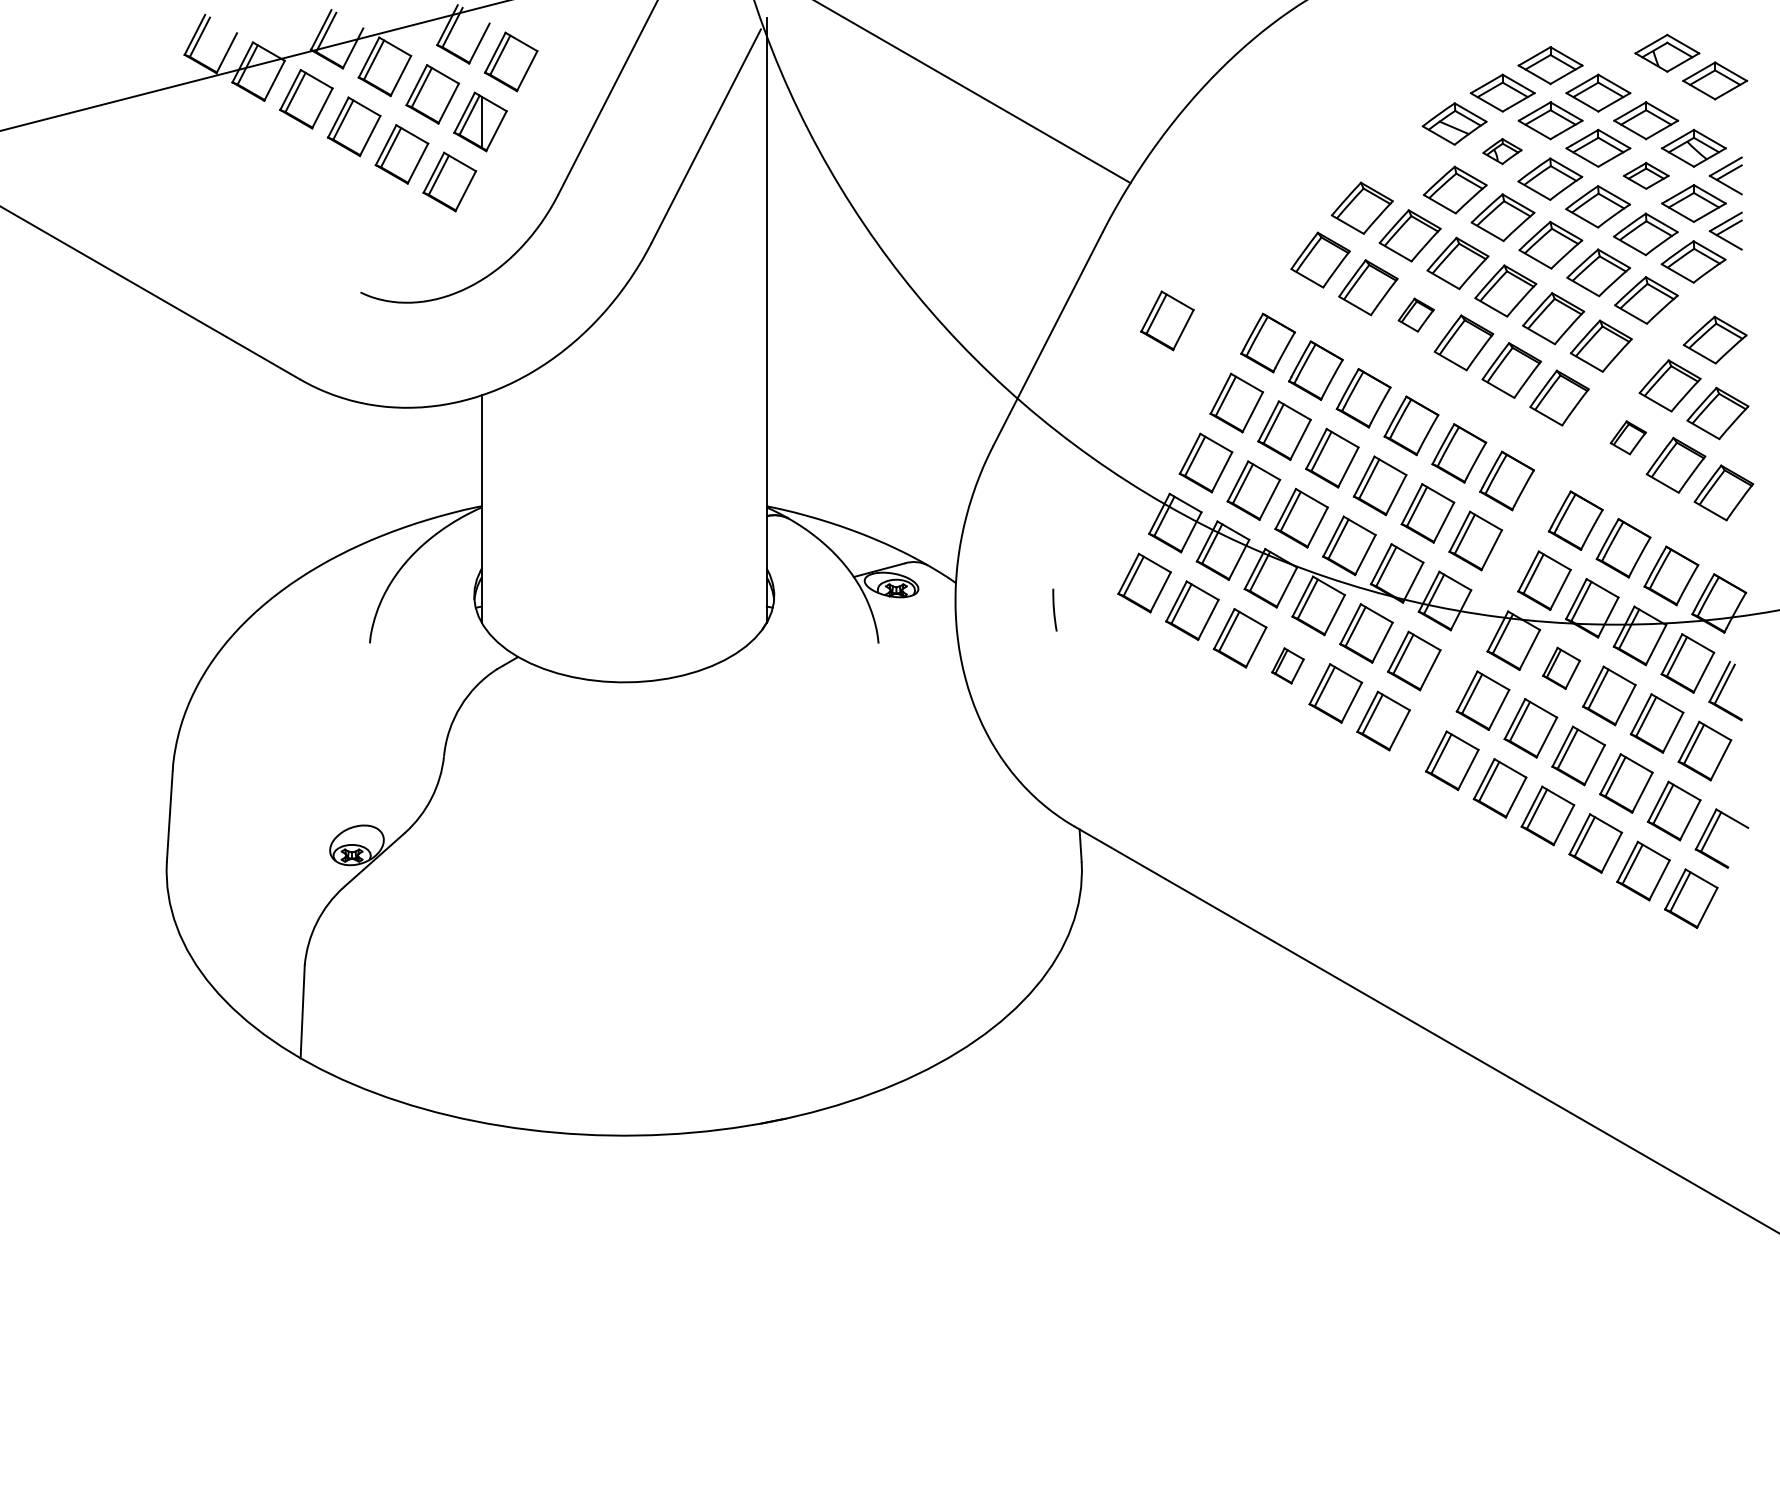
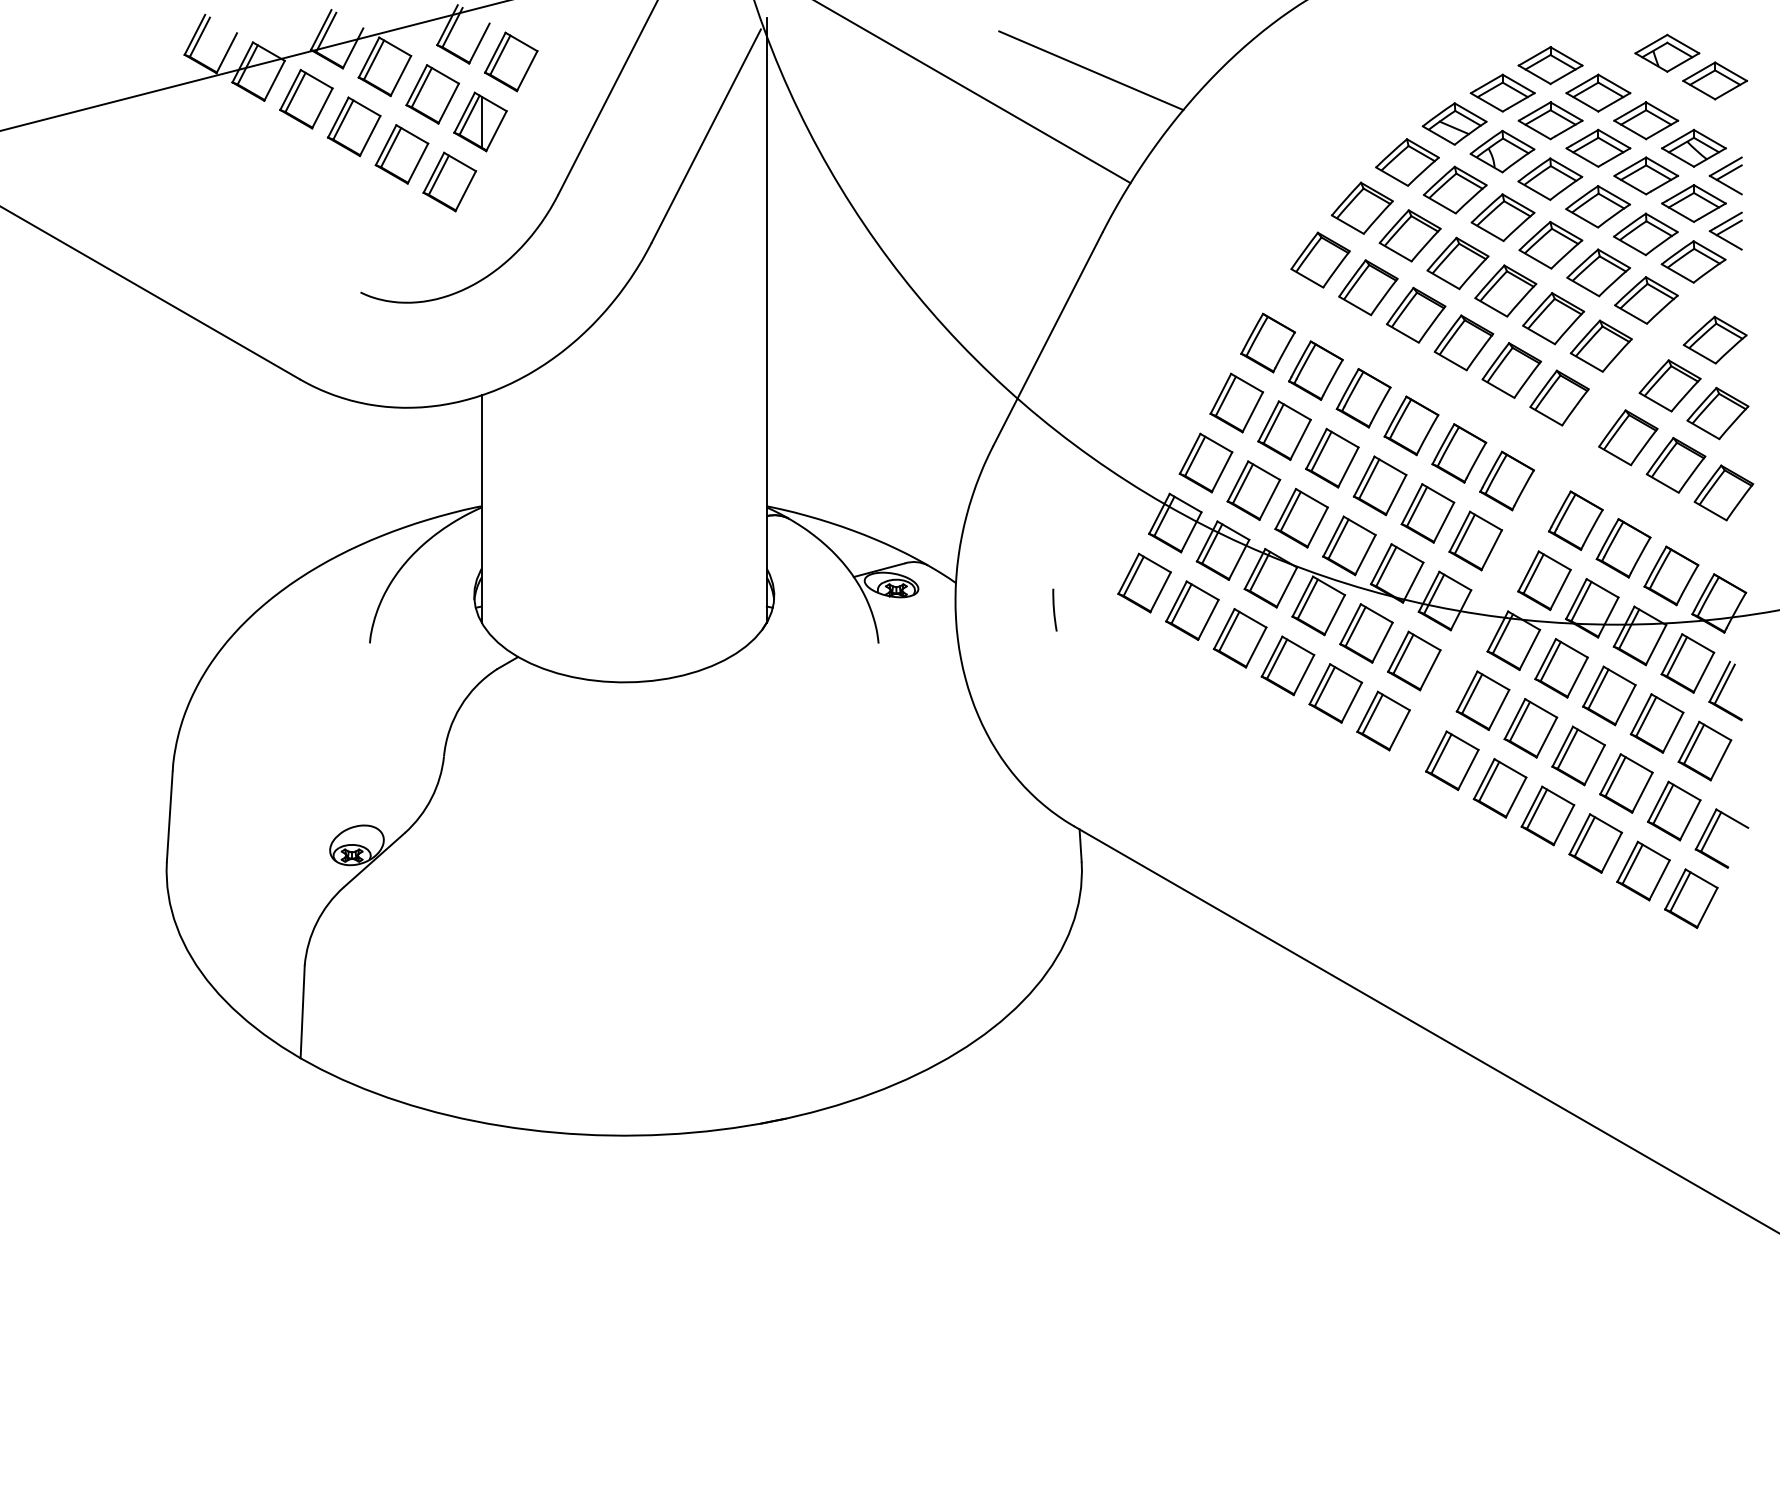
line at (1091, 70): none -> present
part at (1502, 151) size: 41x28 px -> 67x45 px
part at (1407, 162): none -> present
part at (1645, 175) size: 48x28 px -> 67x40 px
part at (1415, 314) size: 38x36 px -> 61x58 px
part at (1167, 320): present -> none
part at (1627, 437) size: 38x36 px -> 61x58 px
part at (1287, 665) size: 34x38 px -> 56x62 px
part at (1561, 667) size: 39x44 px -> 55x61 px
